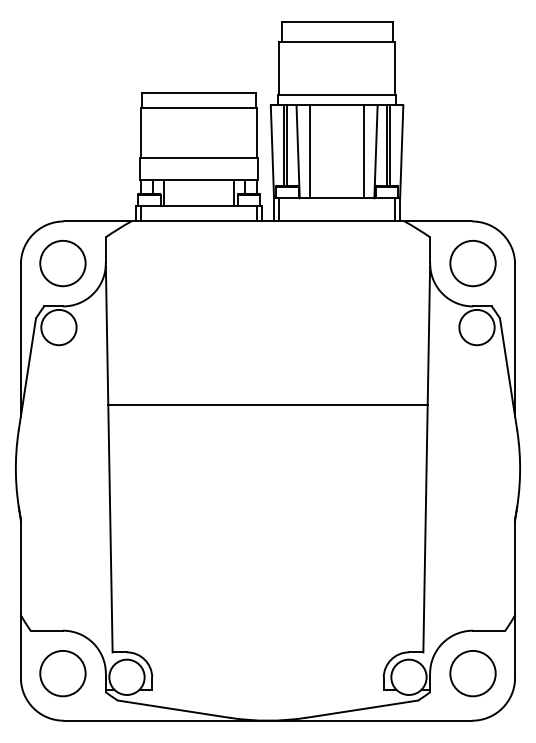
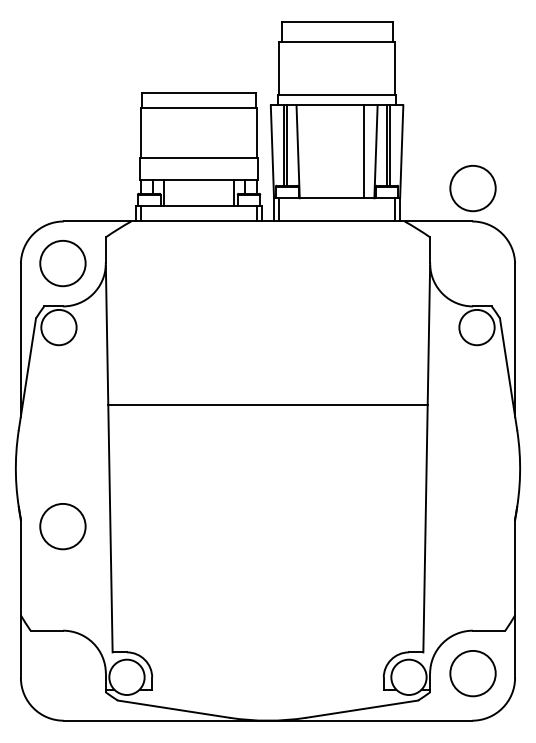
line at (309, 151): present -> none
circle at (472, 263) position: (472, 263) -> (472, 188)
circle at (62, 673) position: (62, 673) -> (62, 526)
